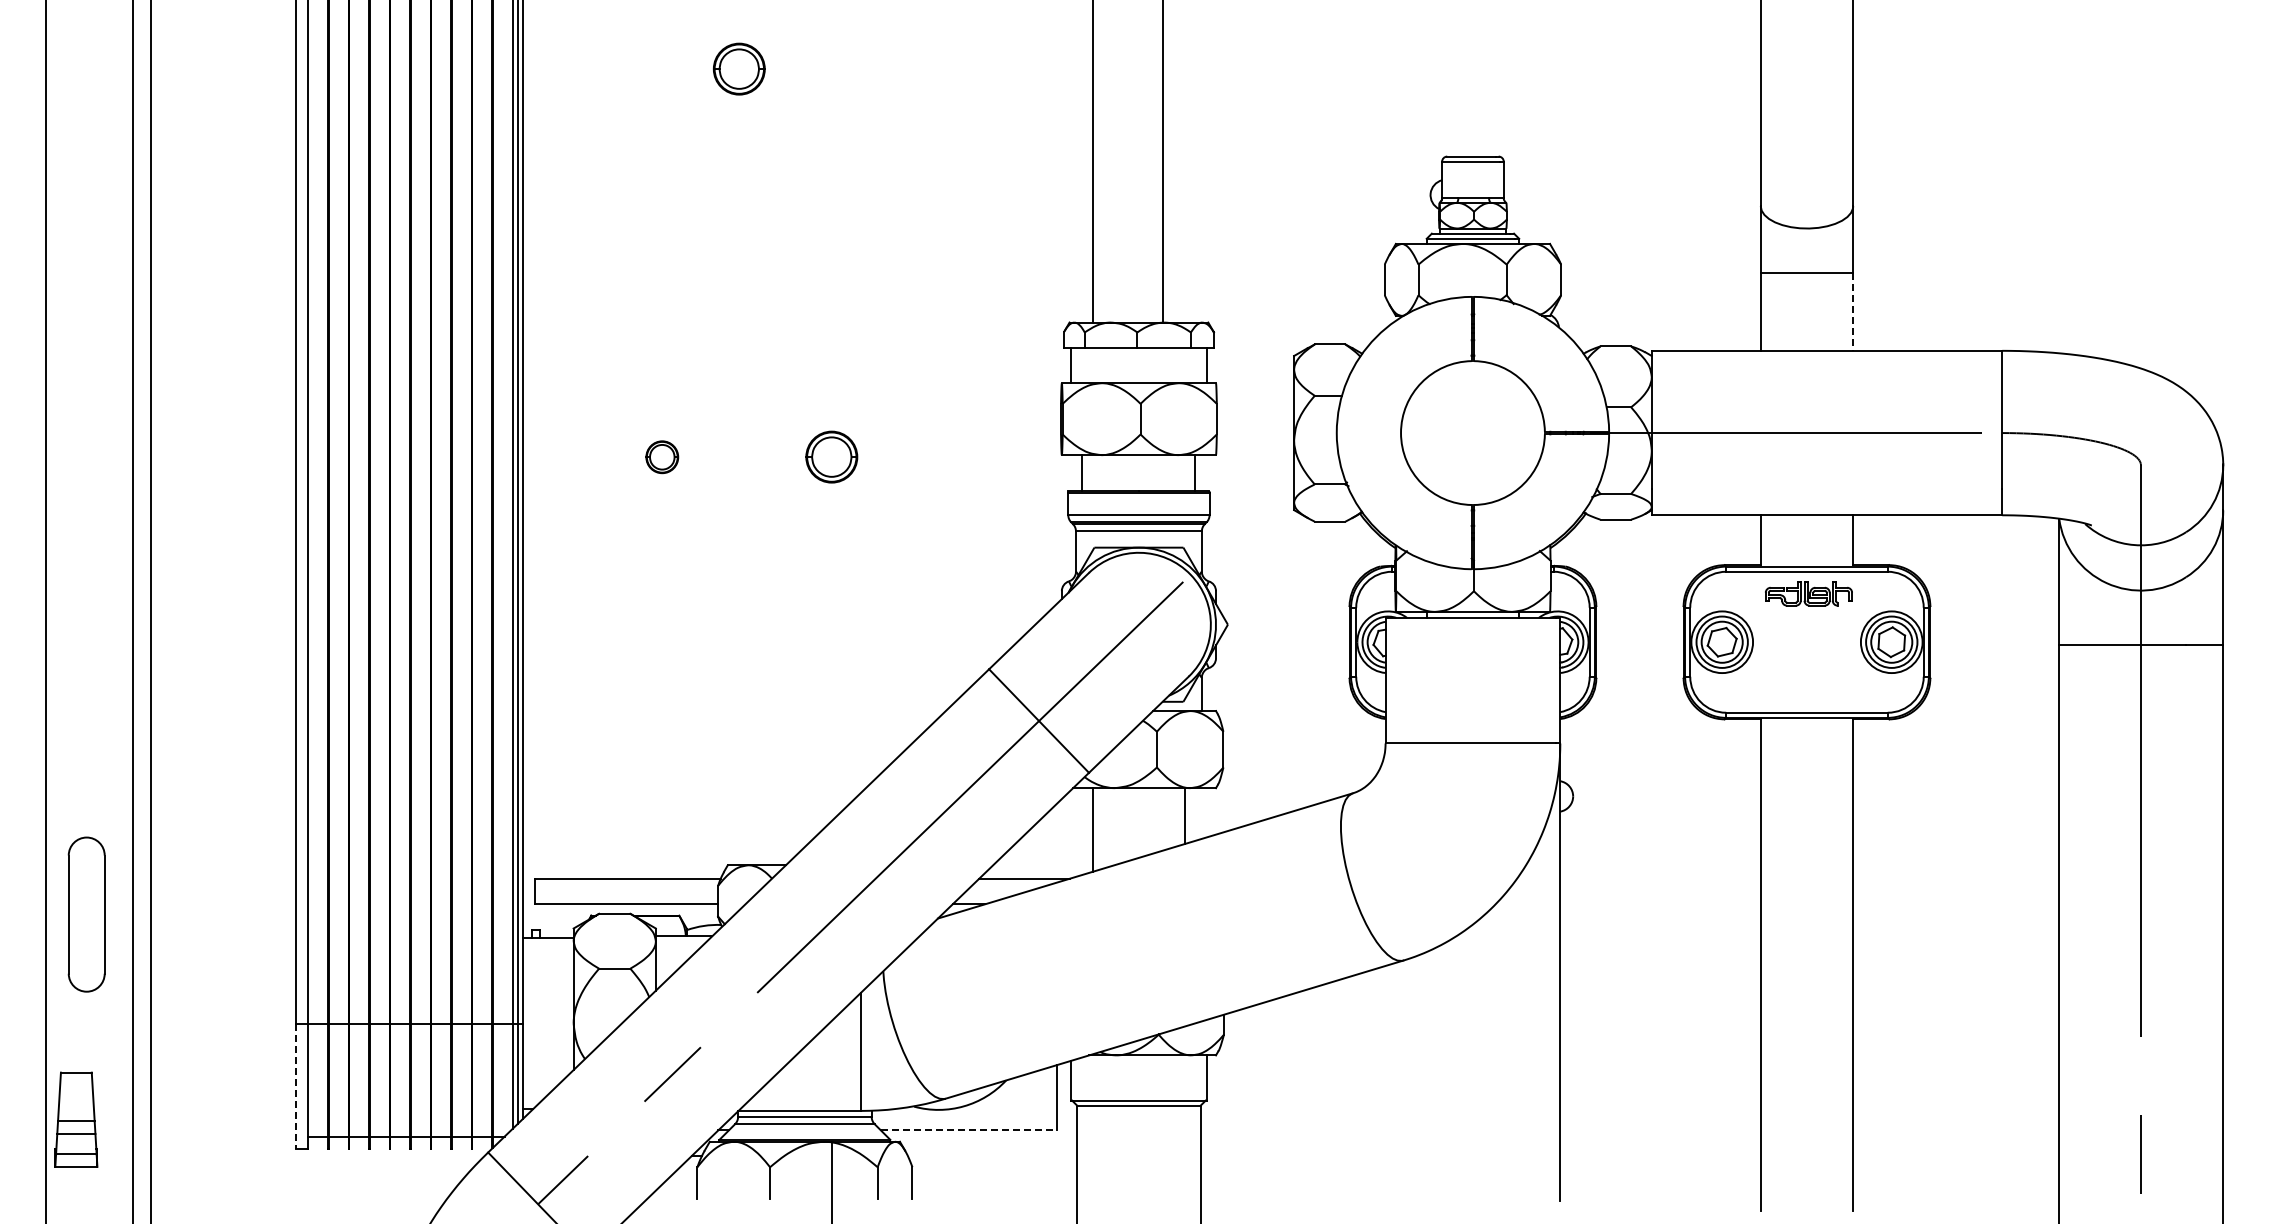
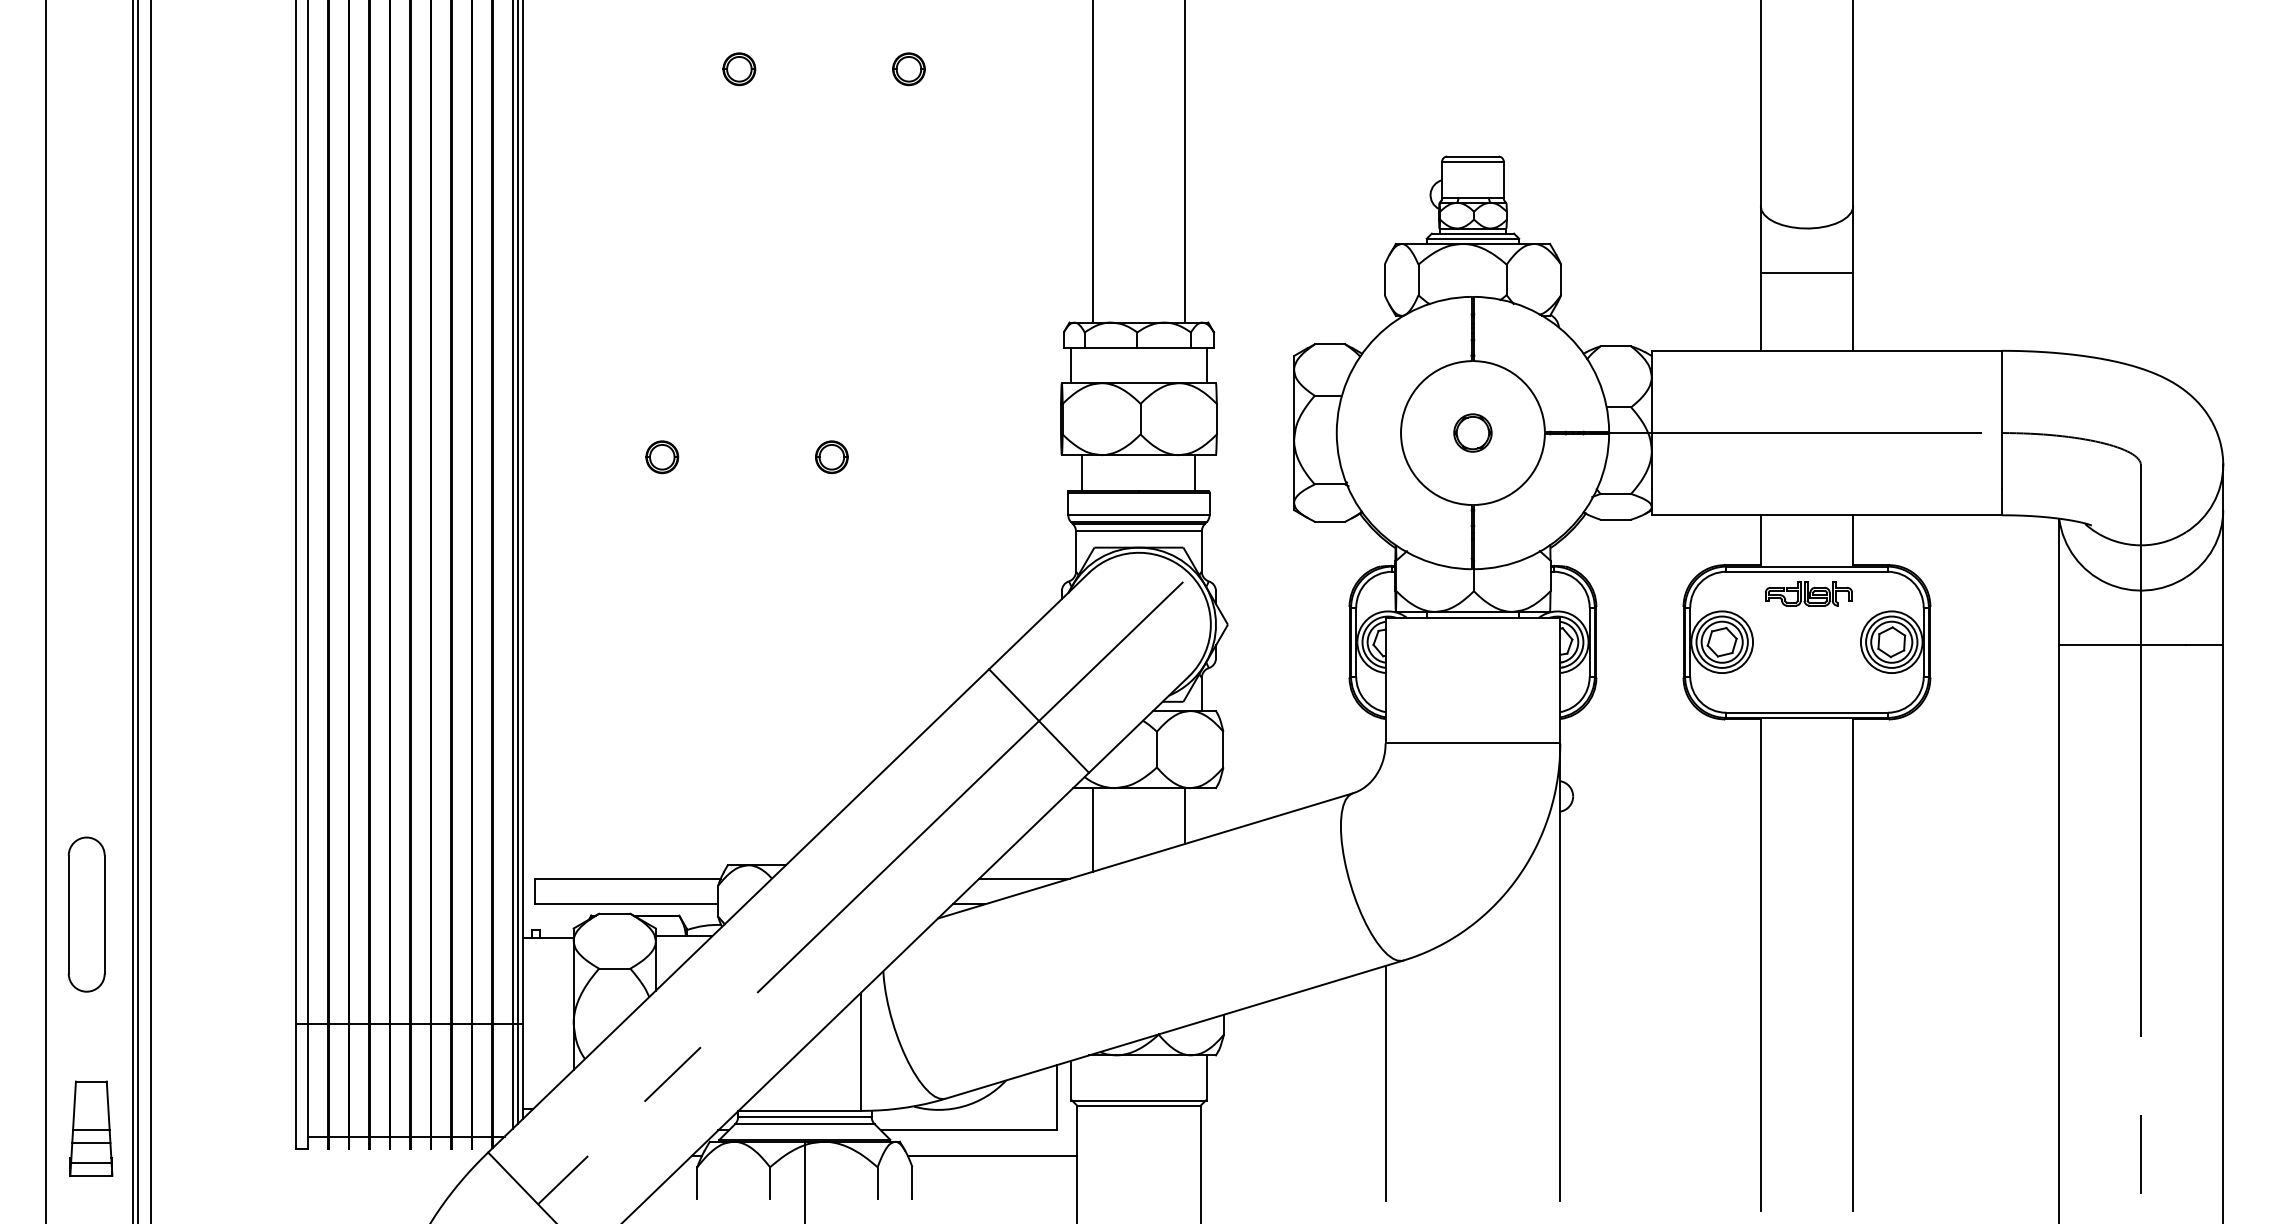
part at (739, 68) size: 53x54 px -> 35x35 px
part at (908, 69): none -> present
line at (1163, 162) position: (1163, 162) -> (1185, 162)
line at (1853, 312): dashed -> solid
part at (1472, 432): none -> present
part at (831, 456) size: 54x54 px -> 34x35 px
line at (138, 611): none -> present
line at (1385, 1083): none -> present
line at (296, 1086): dashed -> solid
part at (76, 1119) position: (76, 1119) -> (91, 1128)
line at (968, 1130): dashed -> solid
line at (992, 1156): none -> present
line at (831, 1180) position: (831, 1180) -> (804, 1180)
